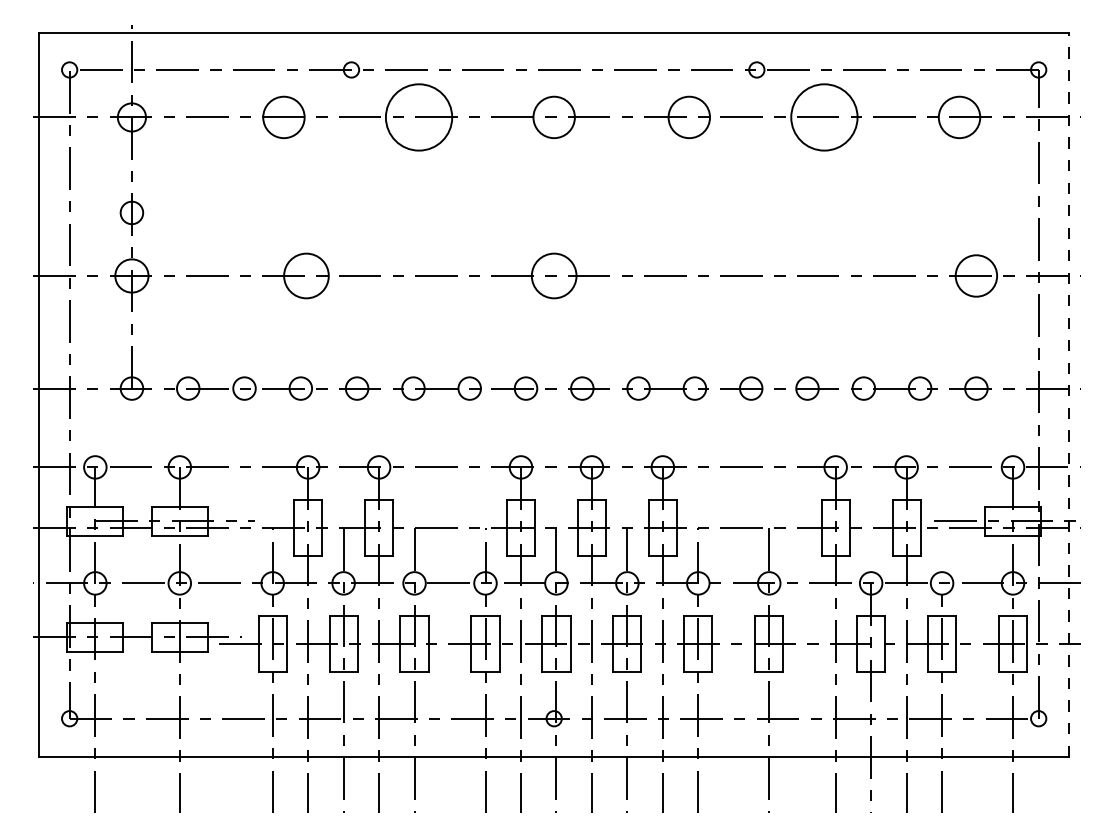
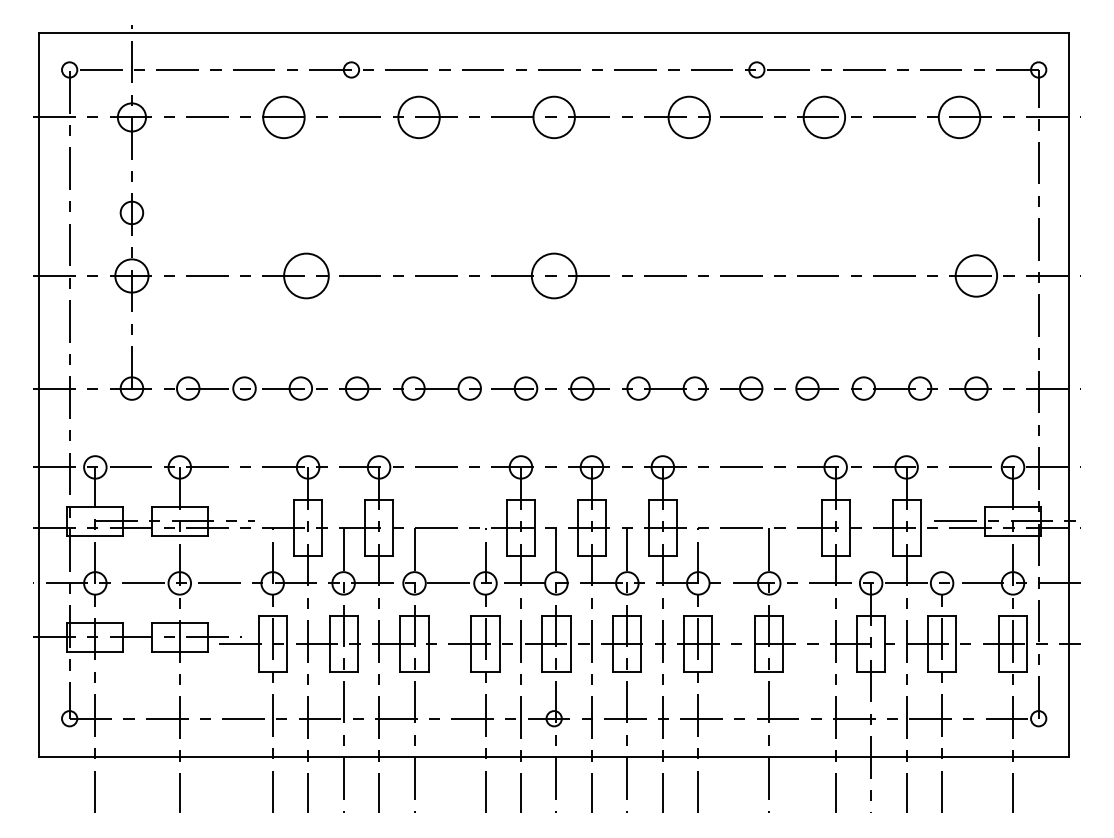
circle at (418, 117) diameter: 66 px -> 41 px
circle at (824, 117) diameter: 66 px -> 41 px
line at (1069, 394): dashed -> solid
